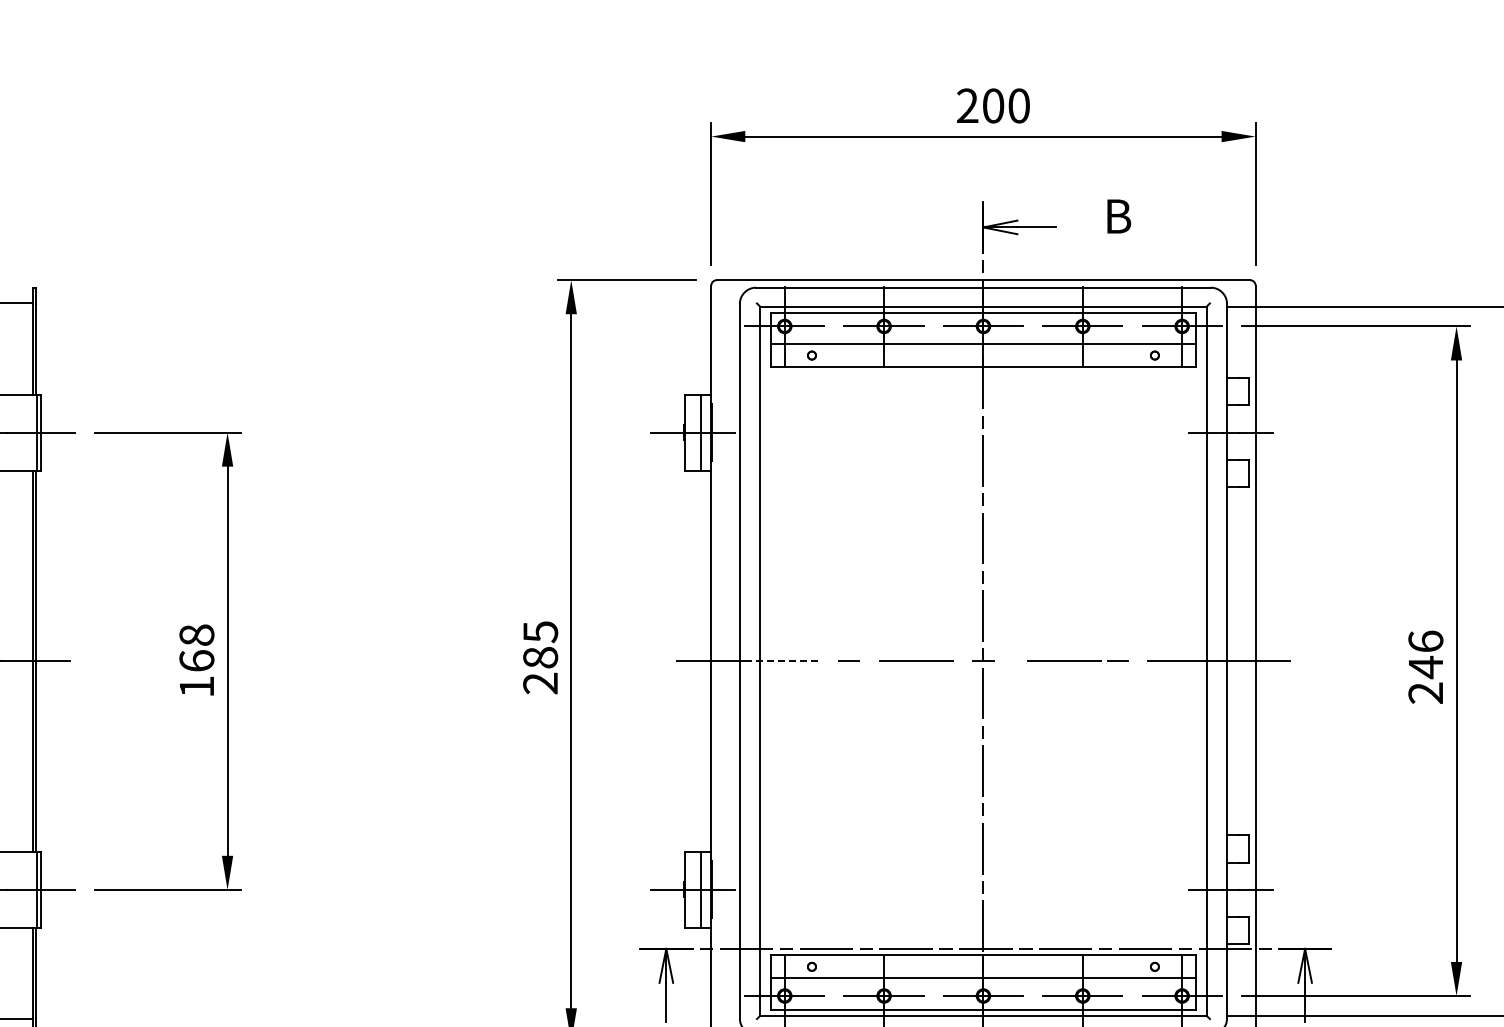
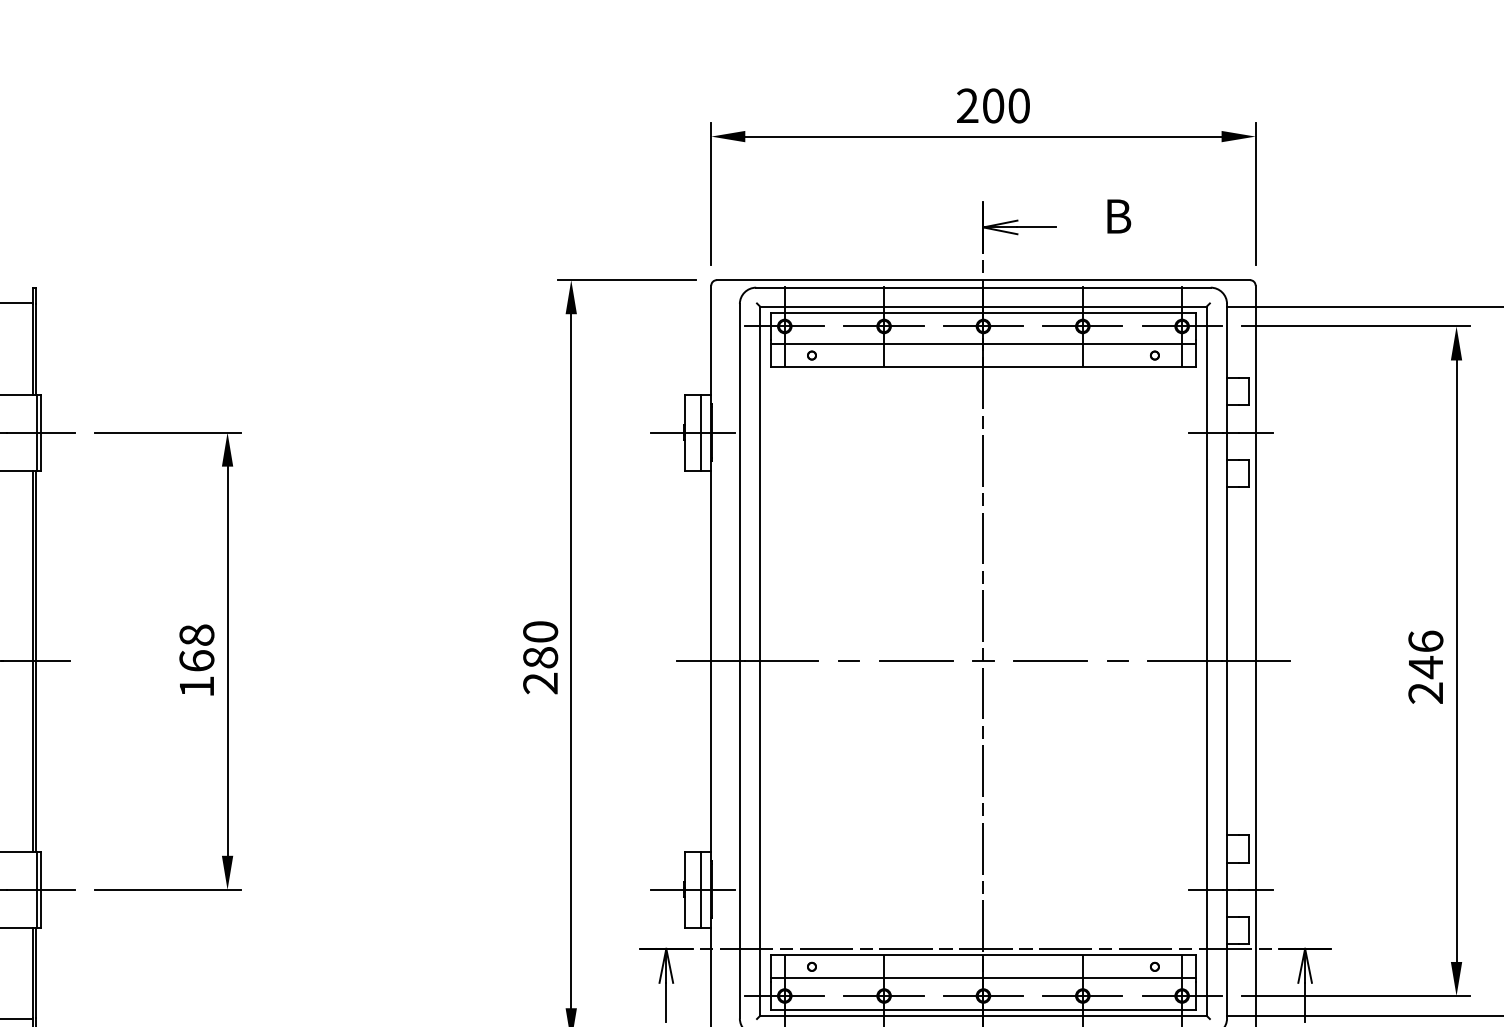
text at (540, 632): 285 -> 280
line at (1064, 660) position: (1064, 660) -> (1050, 660)
line at (781, 661): dashed -> solid
